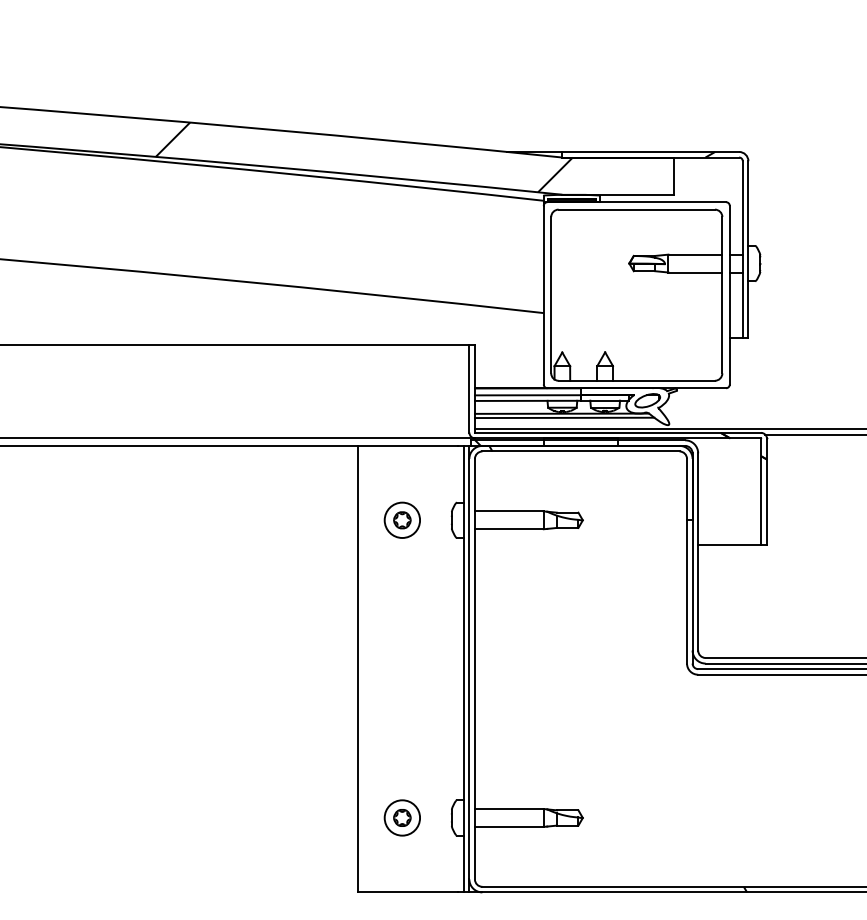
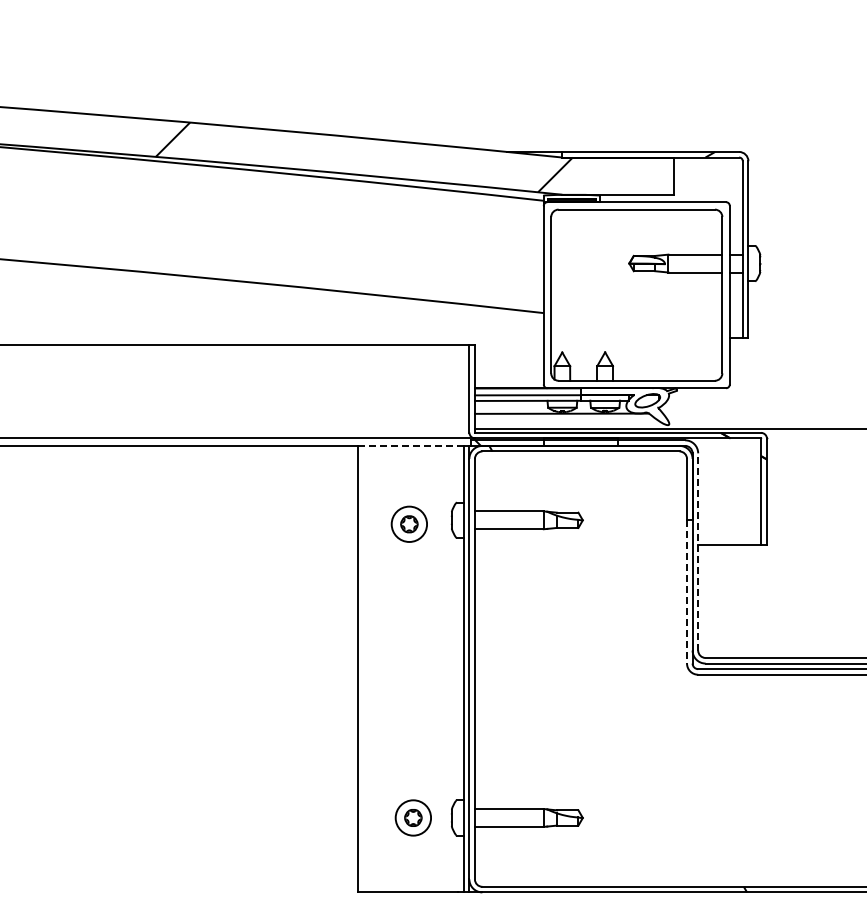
line at (564, 417): present -> none
line at (814, 434): present -> none
line at (408, 445): solid -> dashed
part at (401, 519) position: (401, 519) -> (408, 523)
line at (698, 551): solid -> dashed
line at (687, 591): solid -> dashed
part at (401, 817) position: (401, 817) -> (412, 817)
